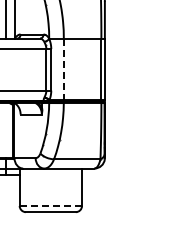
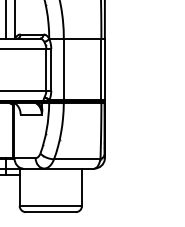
line at (63, 69): dashed -> solid
line at (50, 205): dashed -> solid
